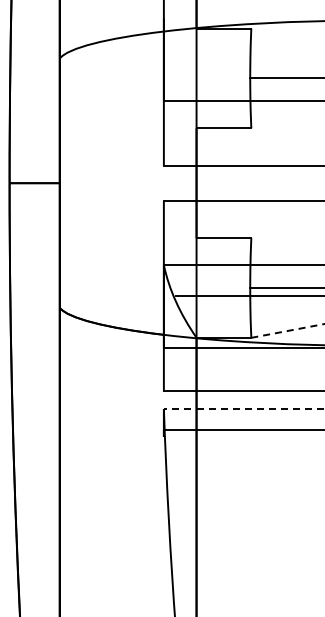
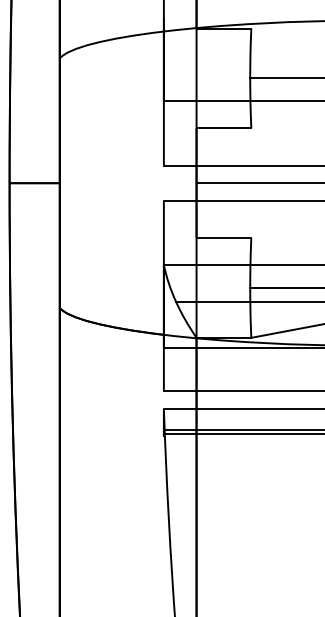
line at (258, 183): none -> present
line at (248, 295) position: (248, 295) -> (248, 301)
line at (287, 330): dashed -> solid
line at (243, 409): dashed -> solid
line at (242, 434): none -> present
